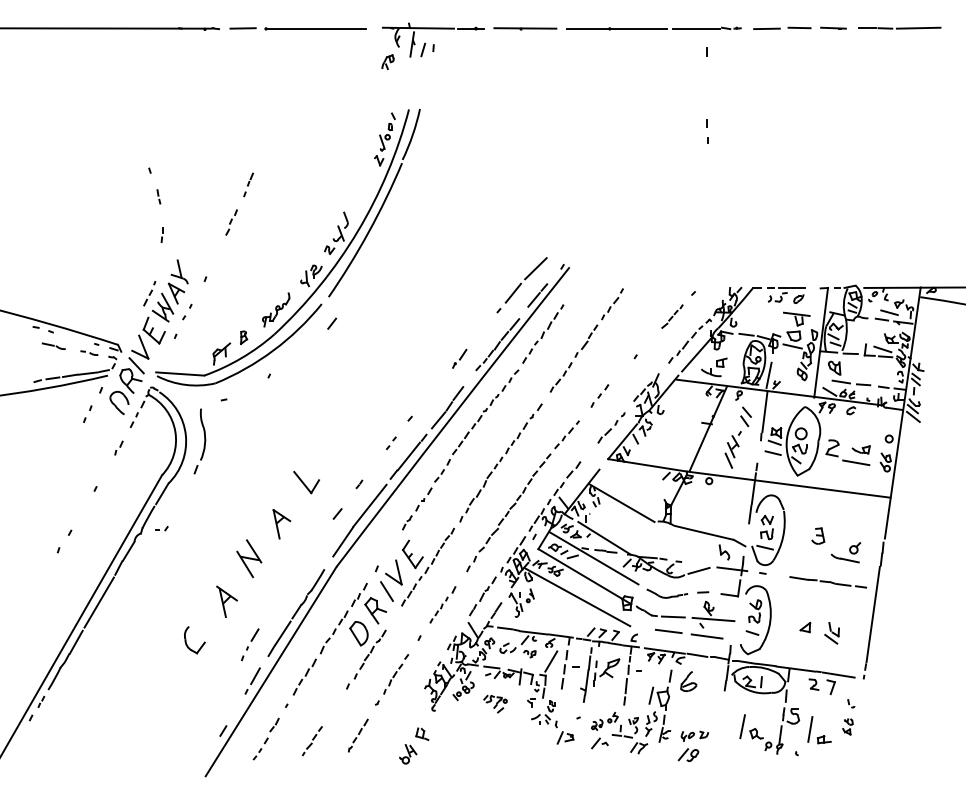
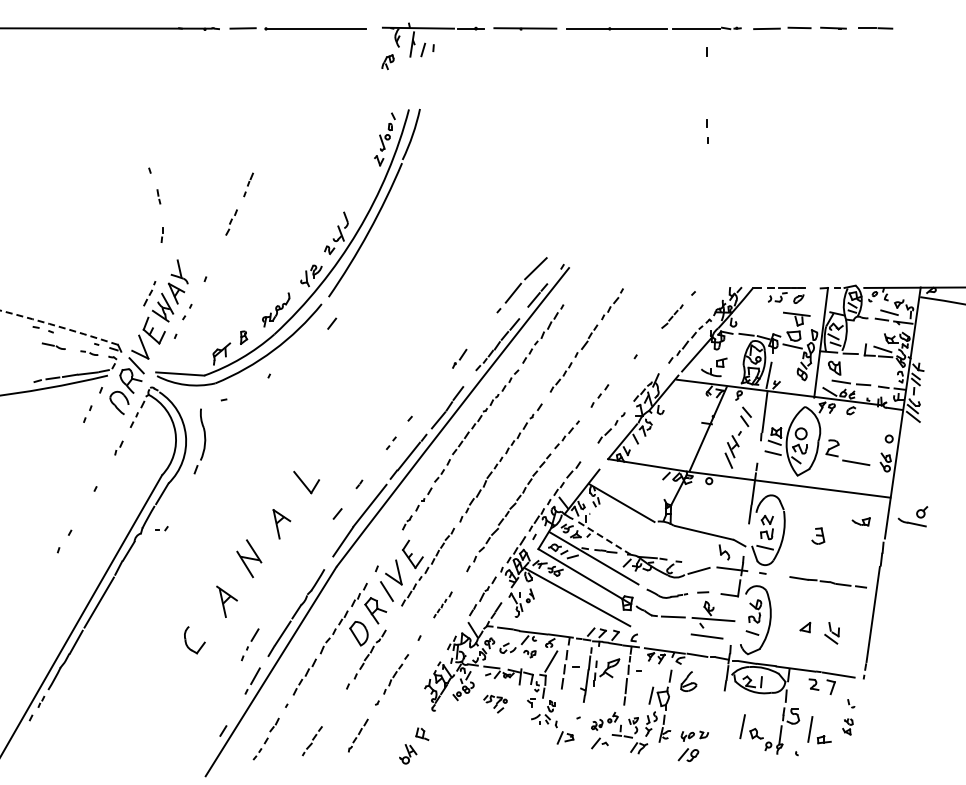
line at (918, 27): present -> none
arc at (59, 326): solid -> dashed
part at (860, 449) position: (860, 449) -> (860, 521)
line at (604, 538): solid -> dashed
part at (845, 552) position: (845, 552) -> (912, 516)
part at (442, 604) size: 28x38 px -> 20x28 px
line at (668, 631): present -> none
